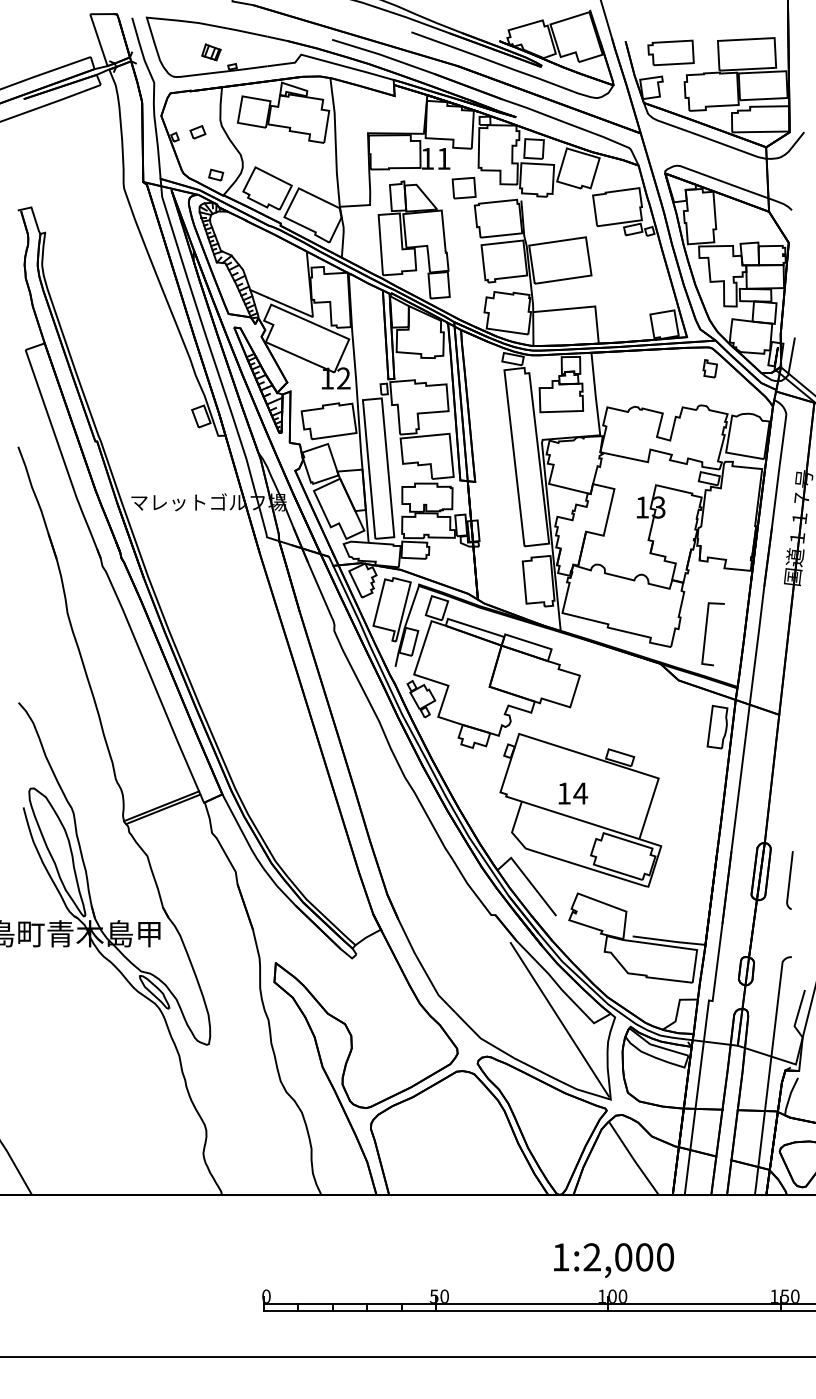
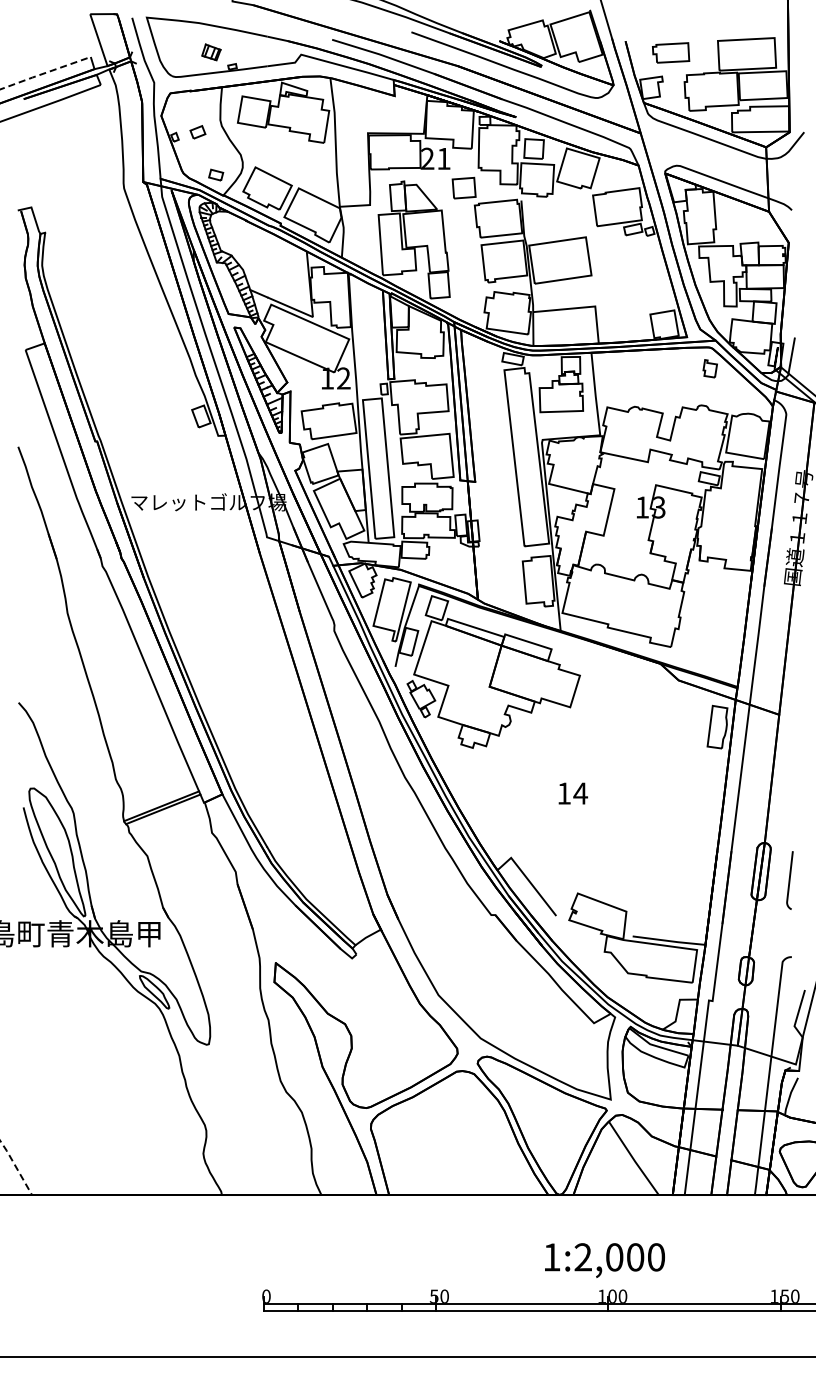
part at (670, 52) size: 48x28 px -> 39x22 px
line at (45, 72): solid -> dashed
text at (427, 158): 11 -> 21
line at (706, 634): present -> none
part at (580, 810): present -> none
line at (559, 1019): present -> none
line at (16, 1167): solid -> dashed
text at (613, 1260) position: (613, 1260) -> (604, 1260)
